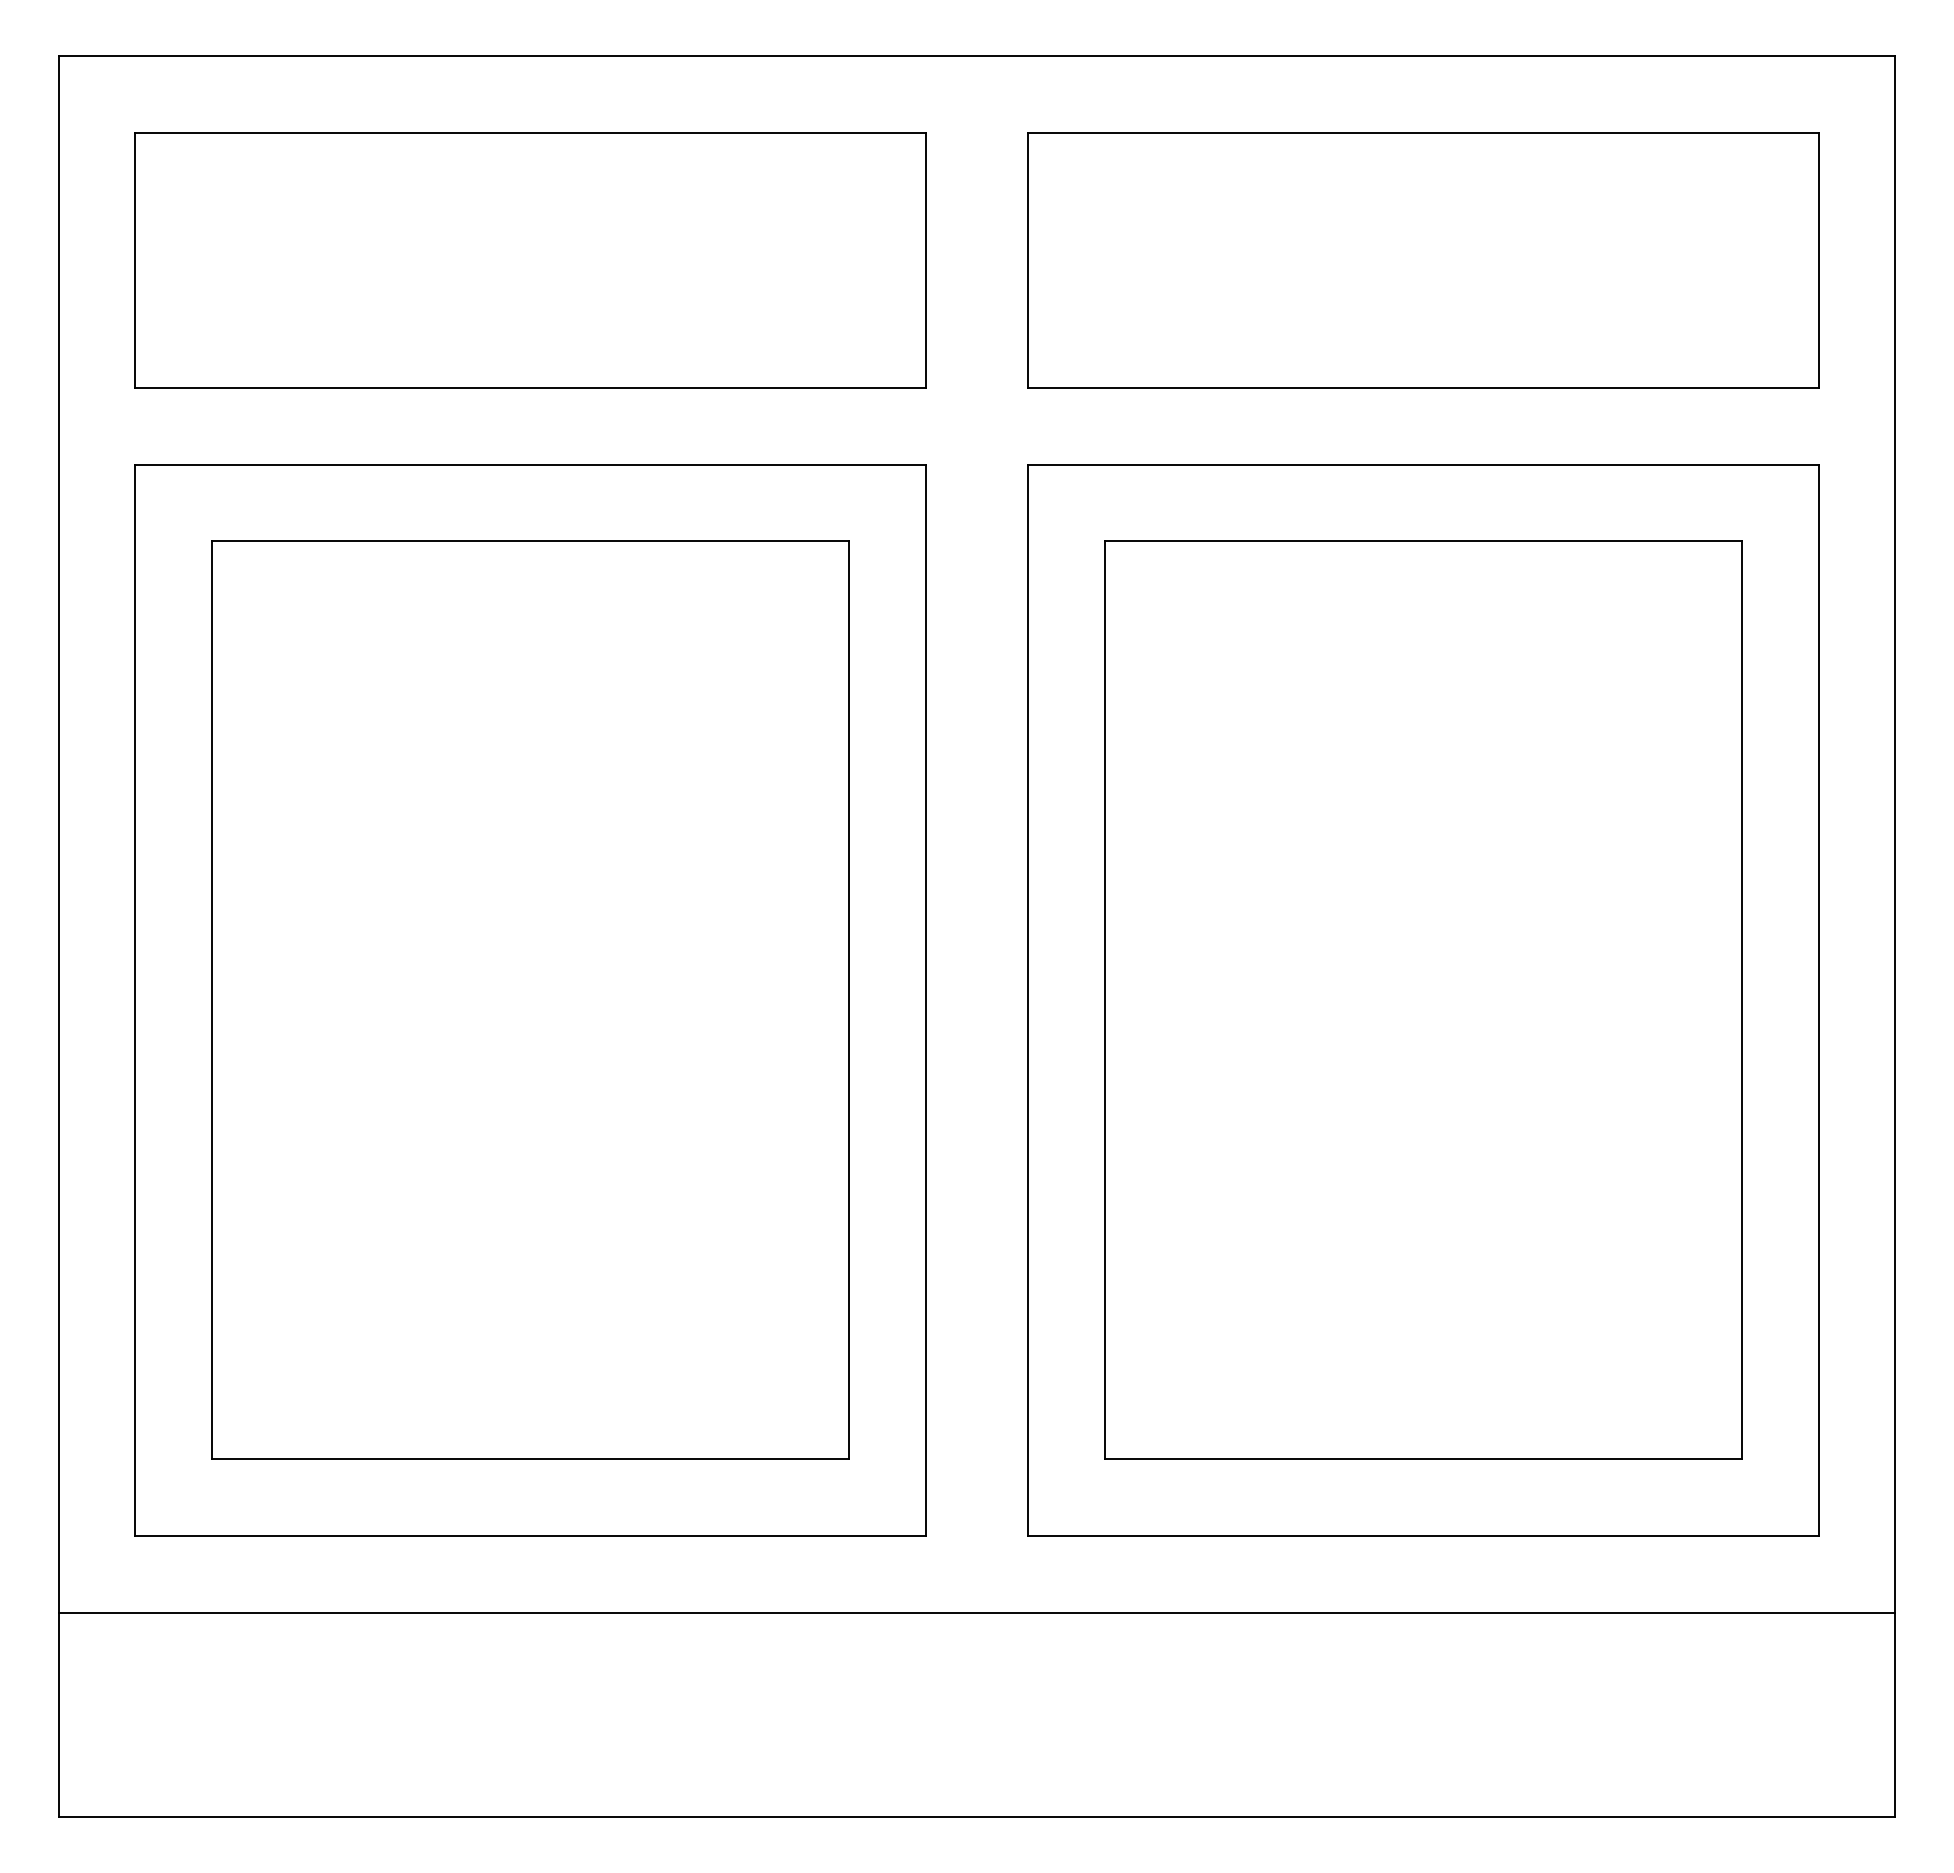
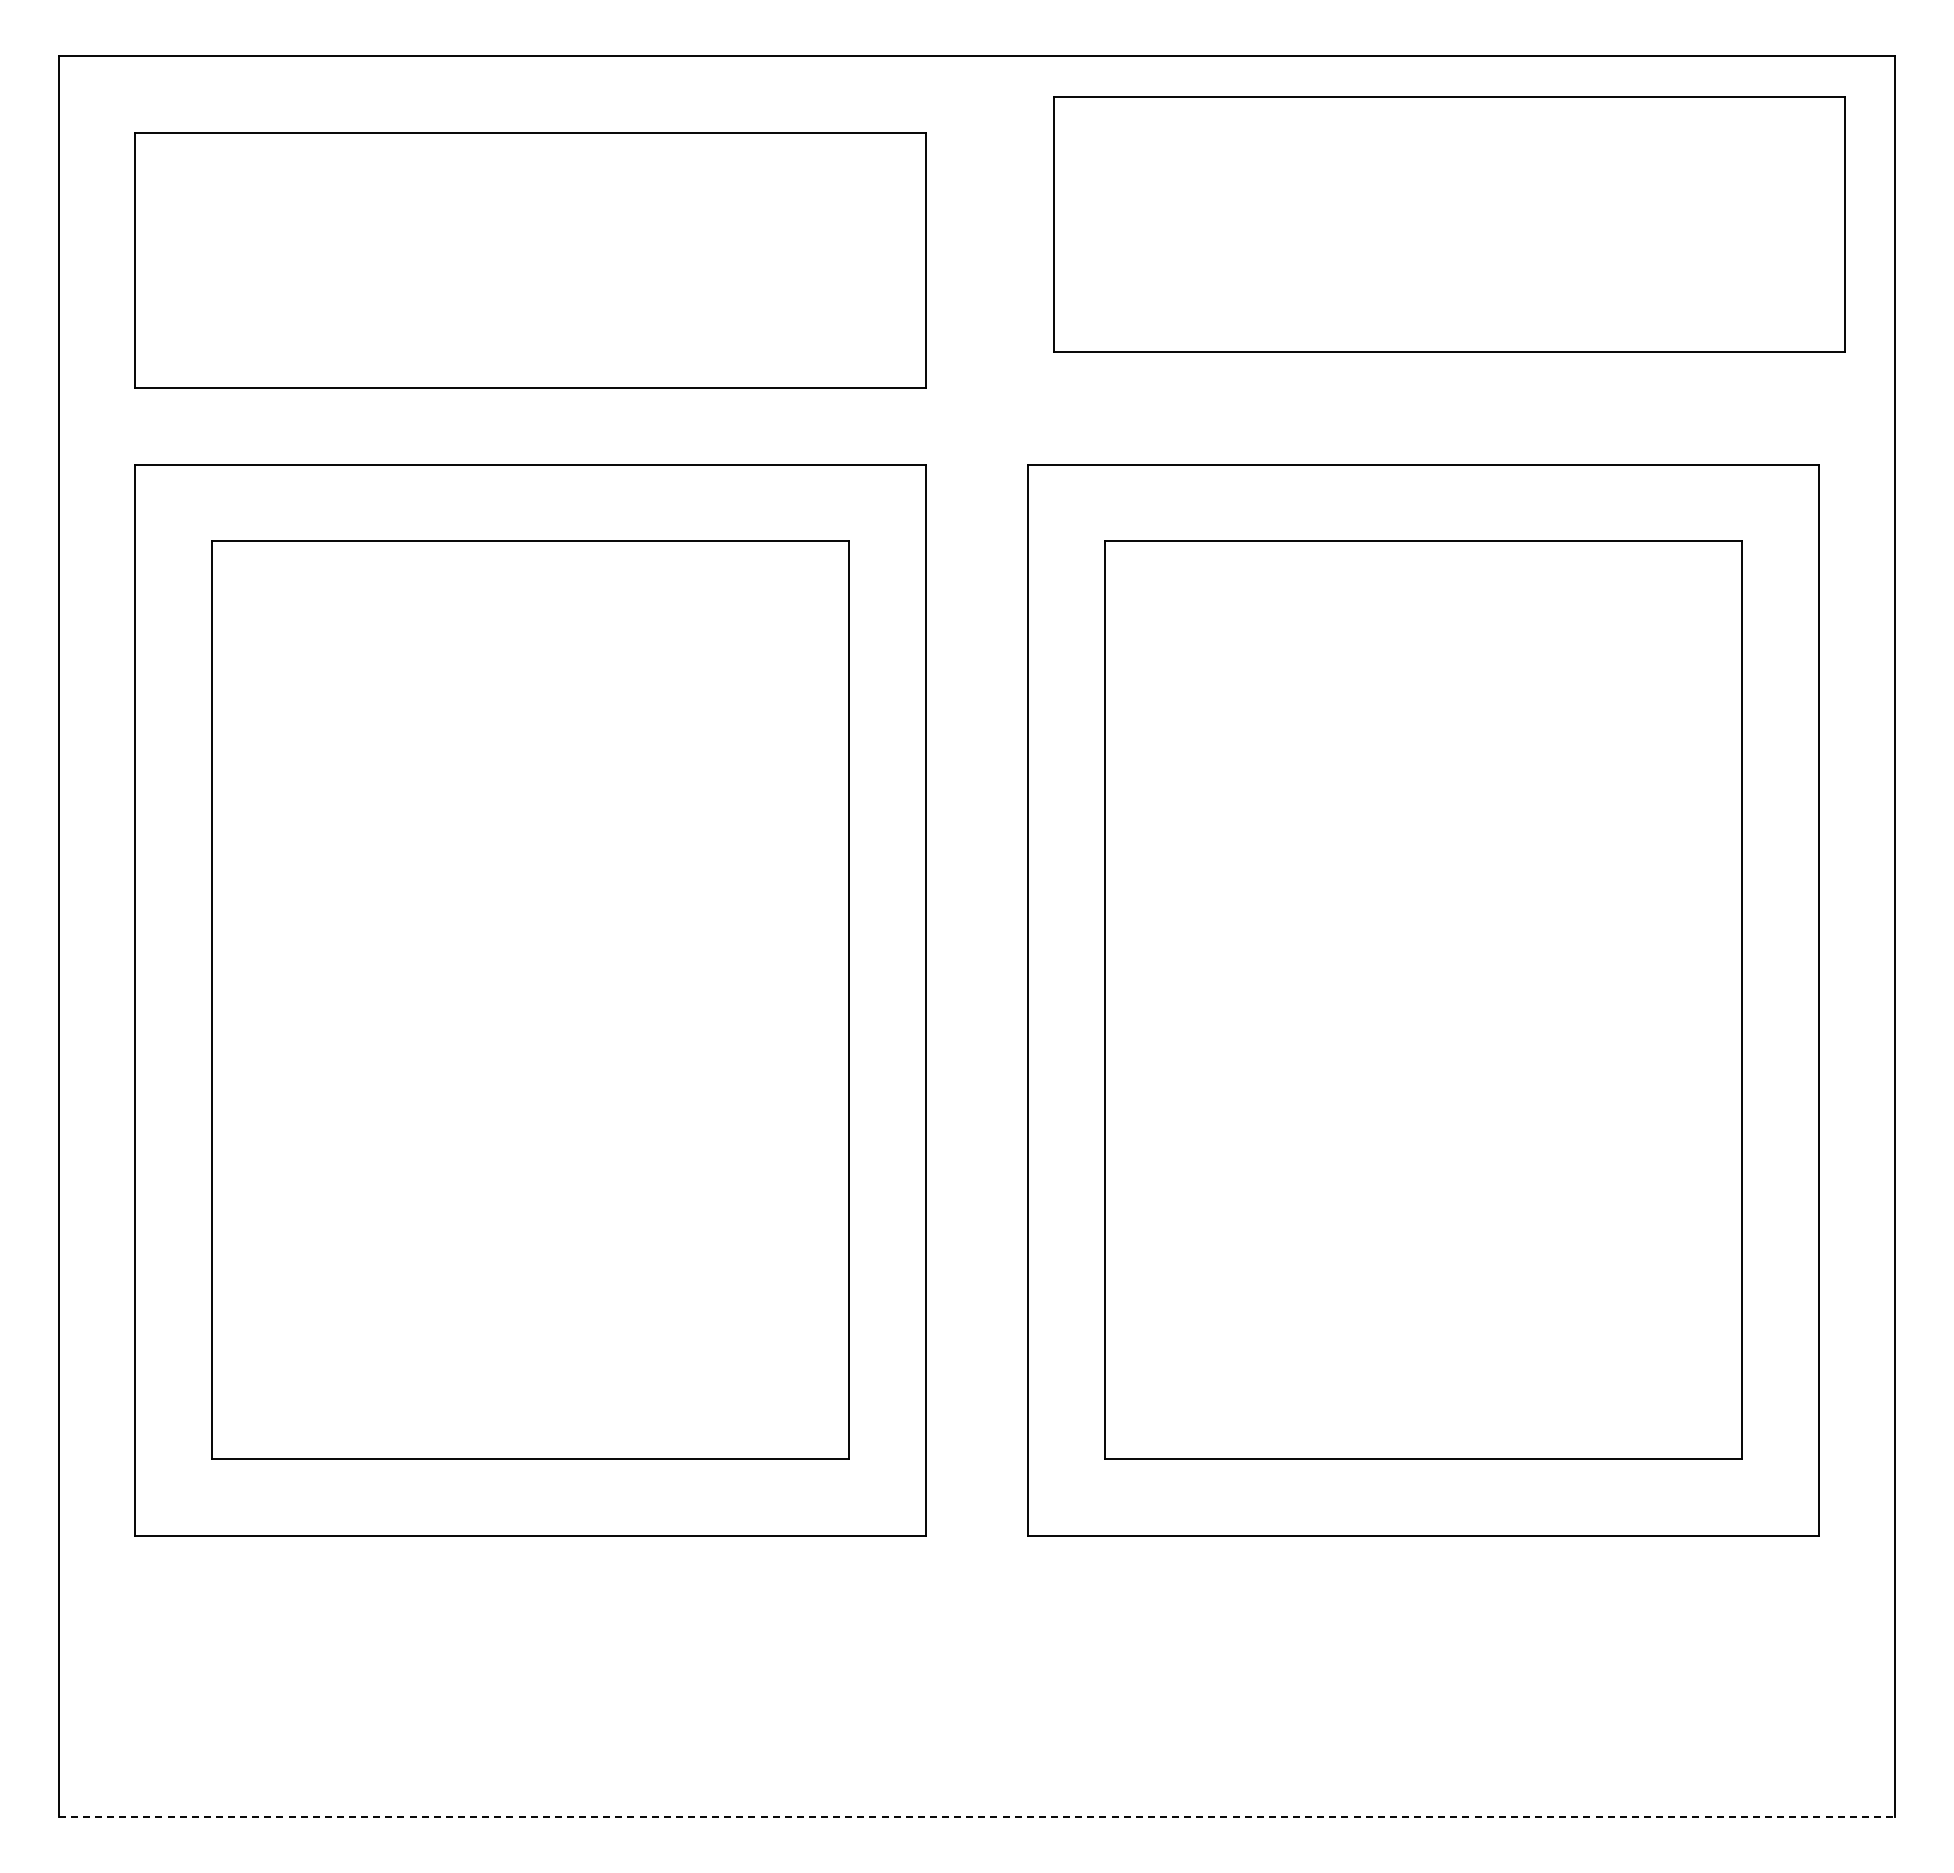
part at (1423, 260) position: (1423, 260) -> (1449, 224)
line at (976, 1612): present -> none
line at (977, 1816): solid -> dashed
